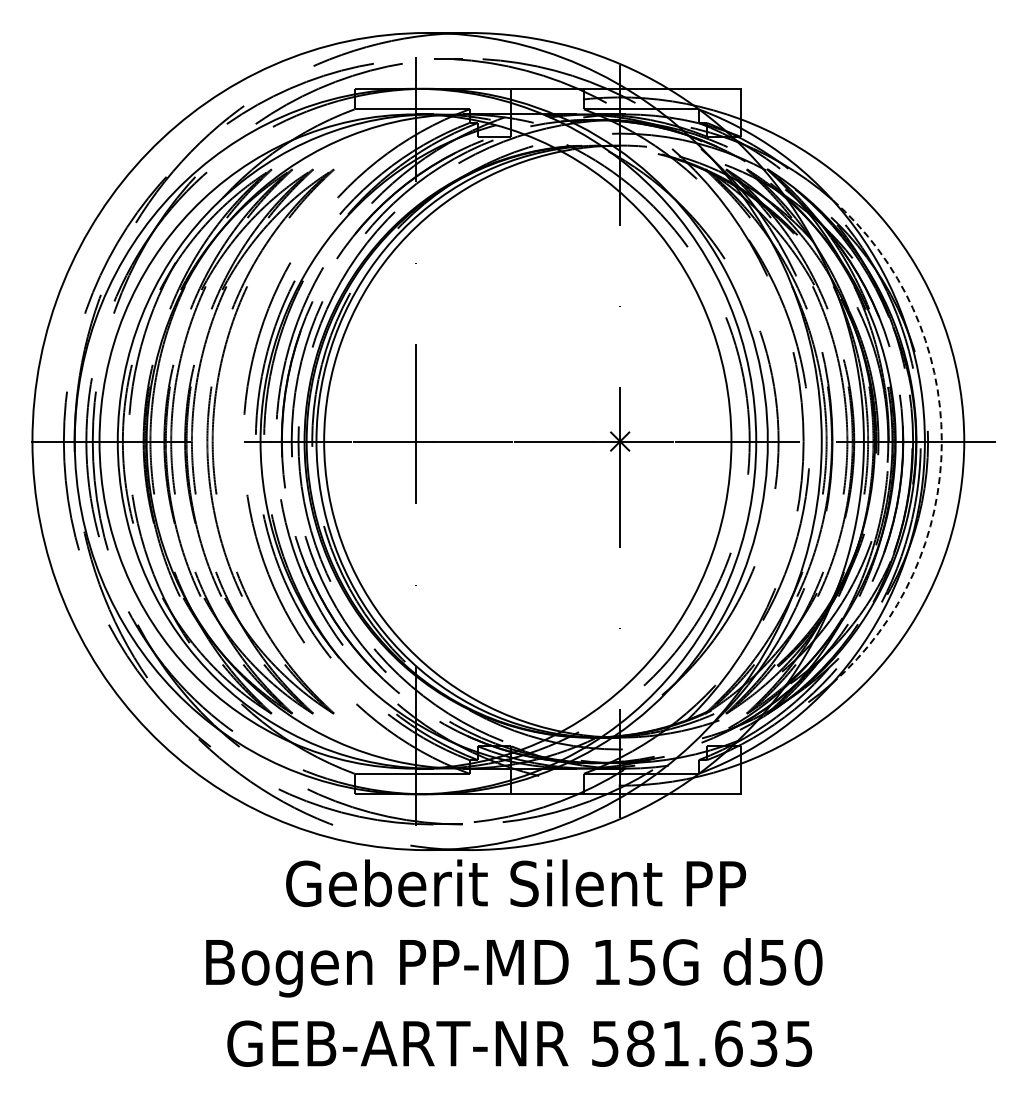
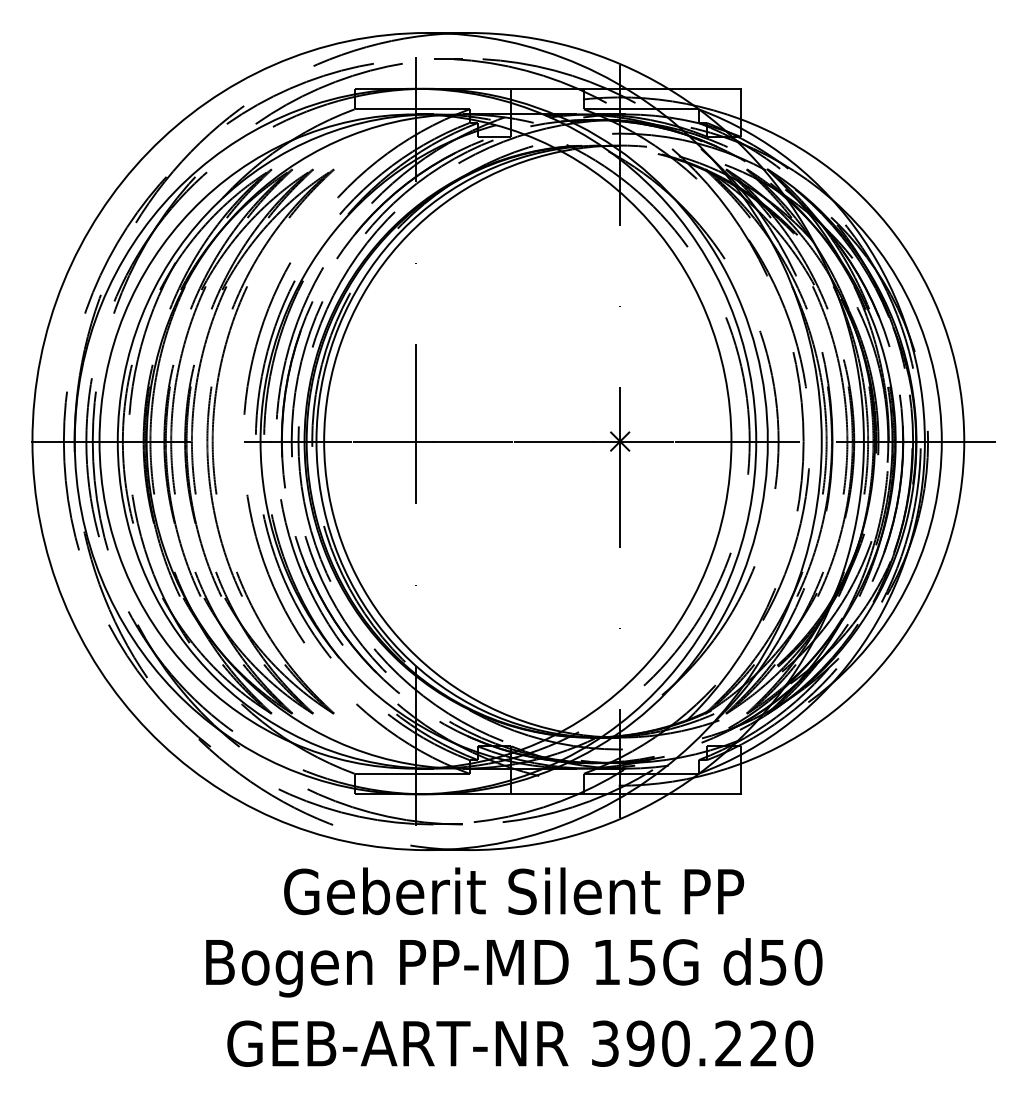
arc at (941, 441): dashed -> solid
text at (516, 883) position: (516, 883) -> (514, 891)
text at (702, 1043): 581.635 -> 390.220
